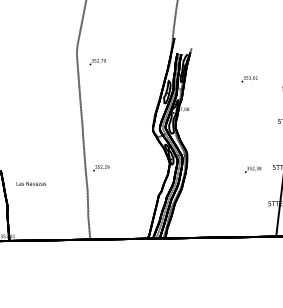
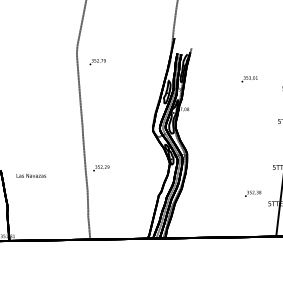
text at (253, 169) position: (253, 169) -> (253, 193)
text at (30, 183) position: (30, 183) -> (30, 175)
